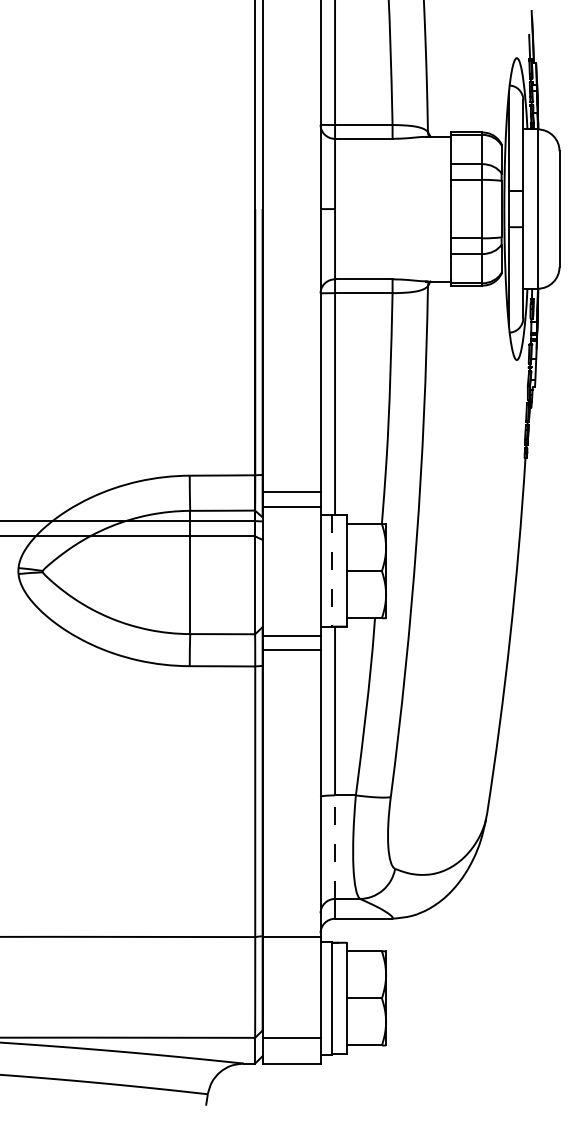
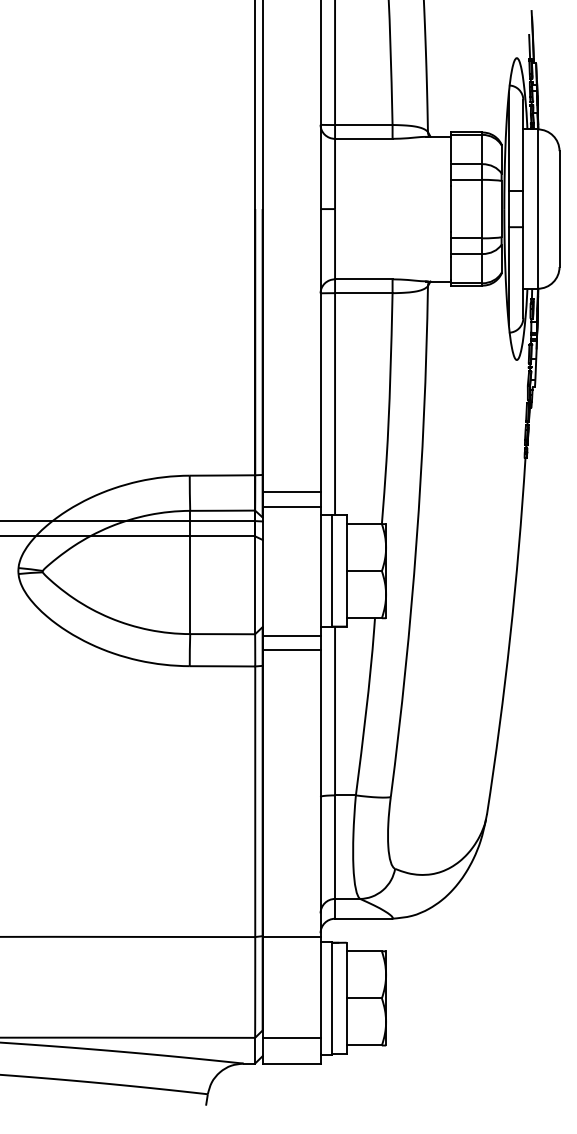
line at (332, 571): dashed -> solid
line at (335, 847): dashed -> solid
